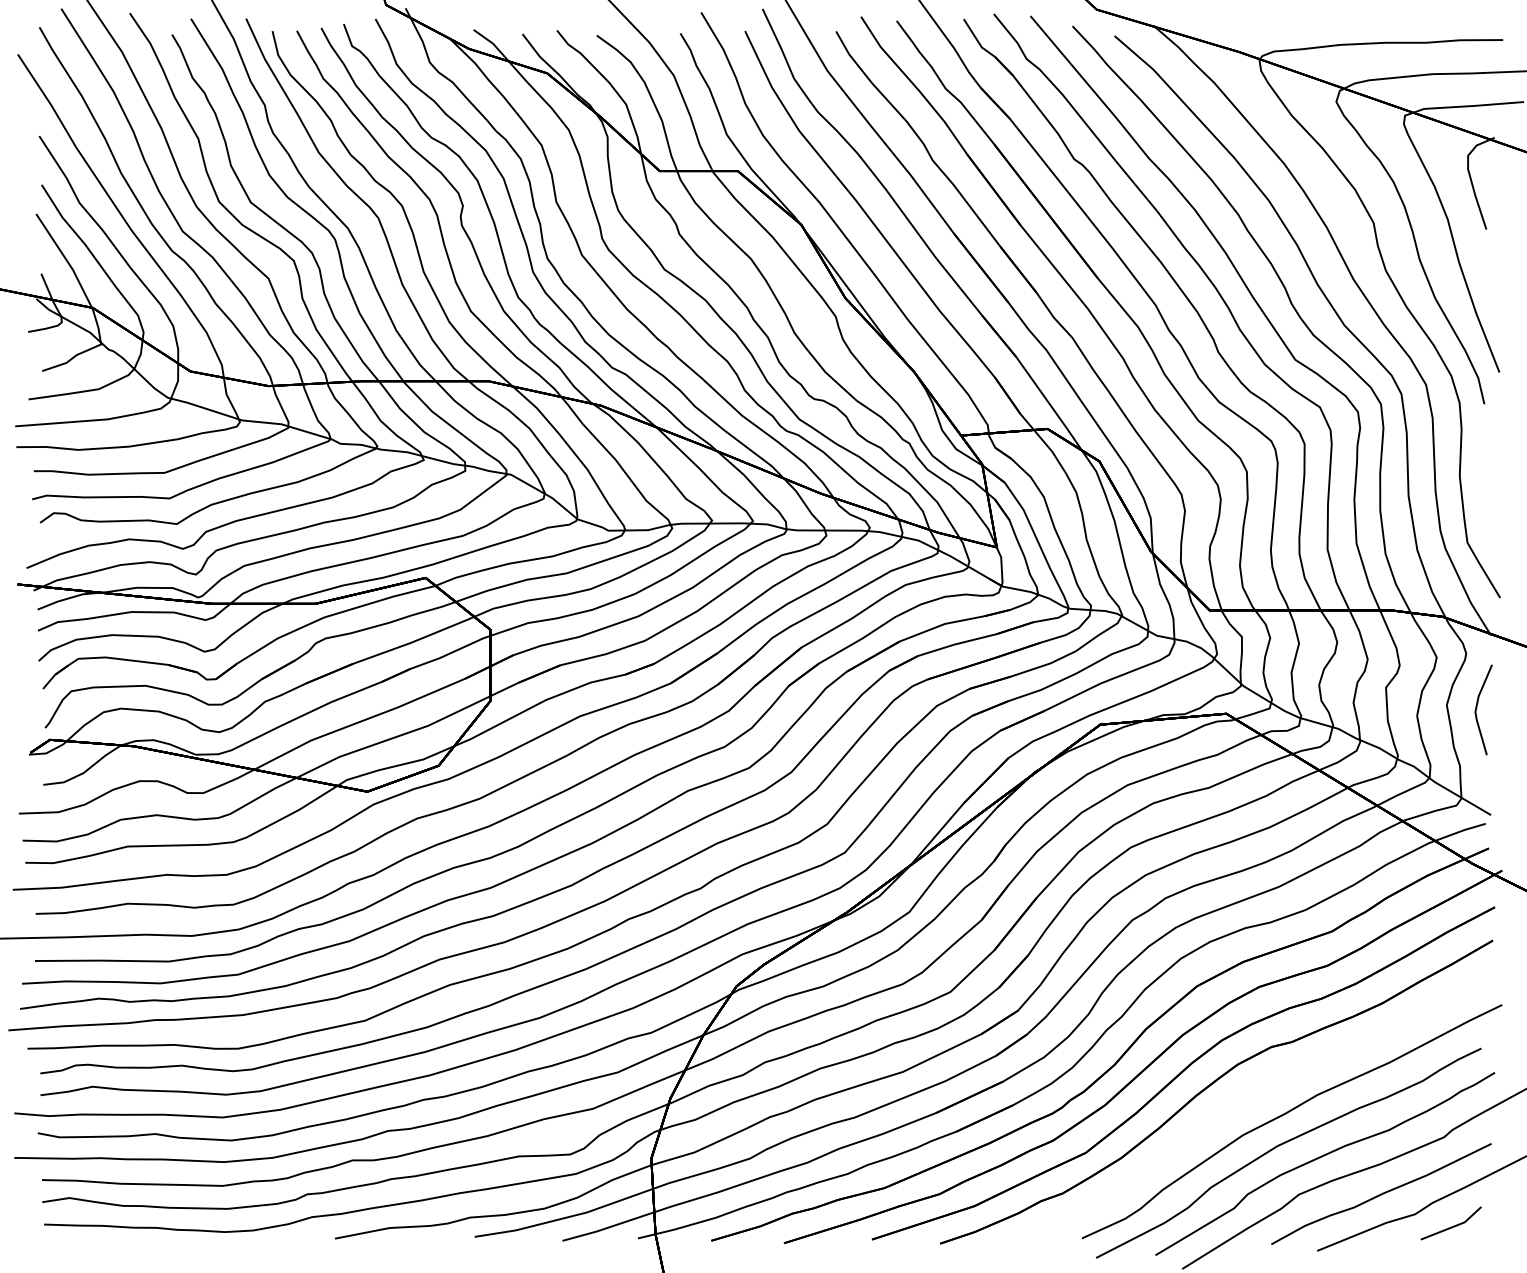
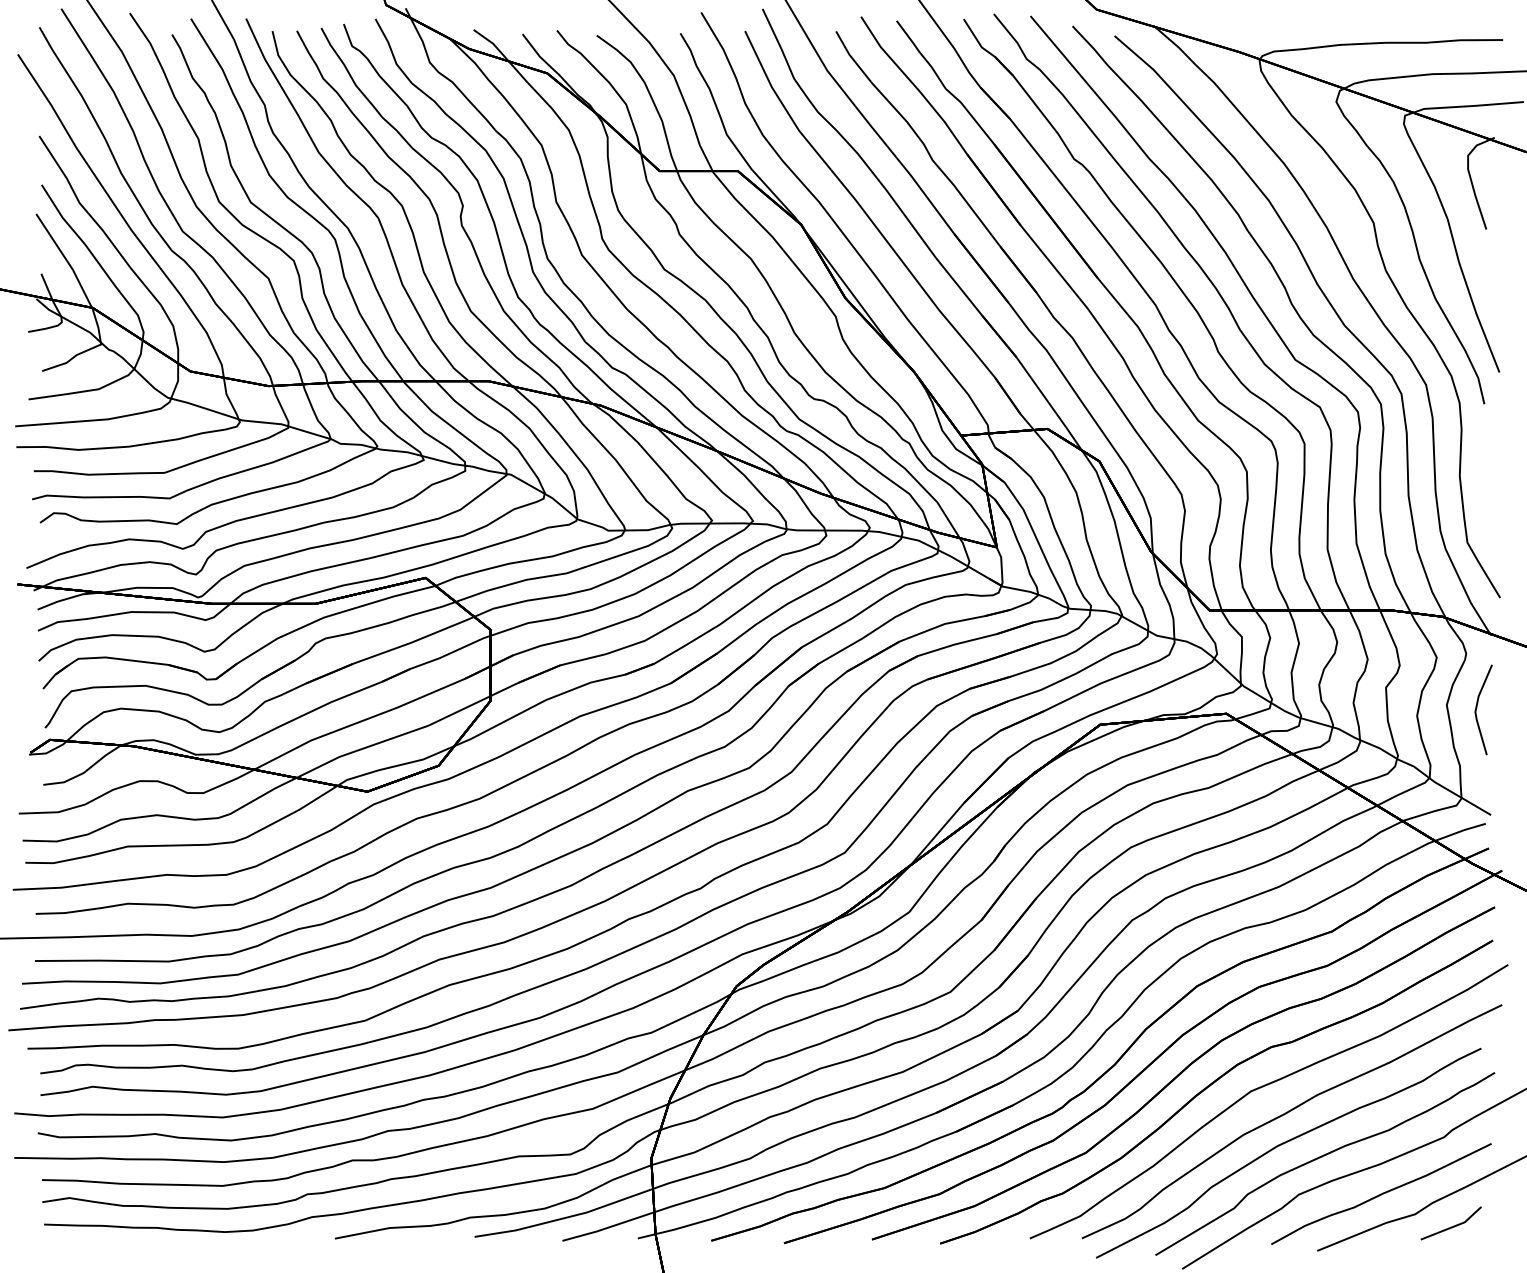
part at (1263, 1087): none -> present
